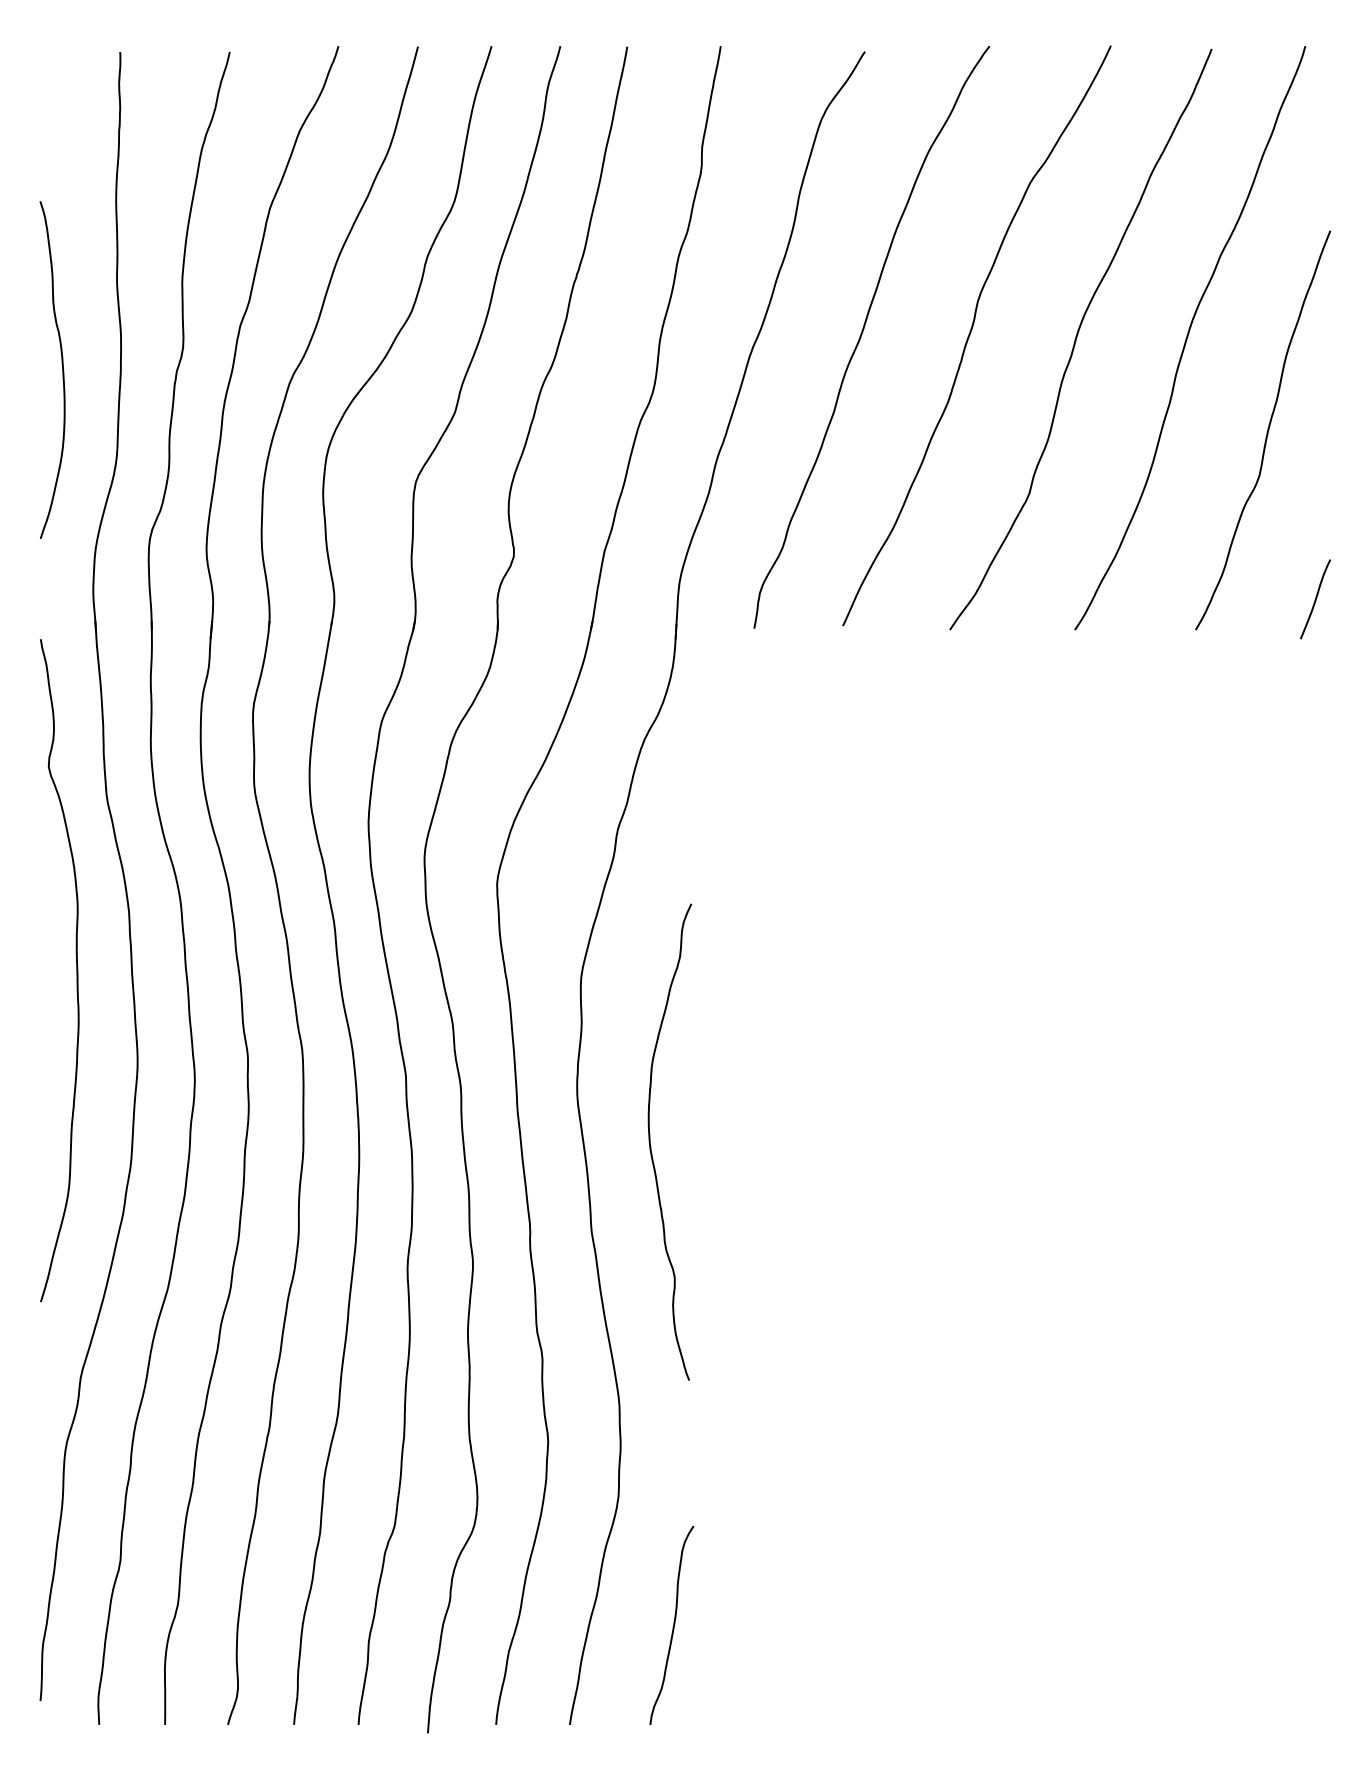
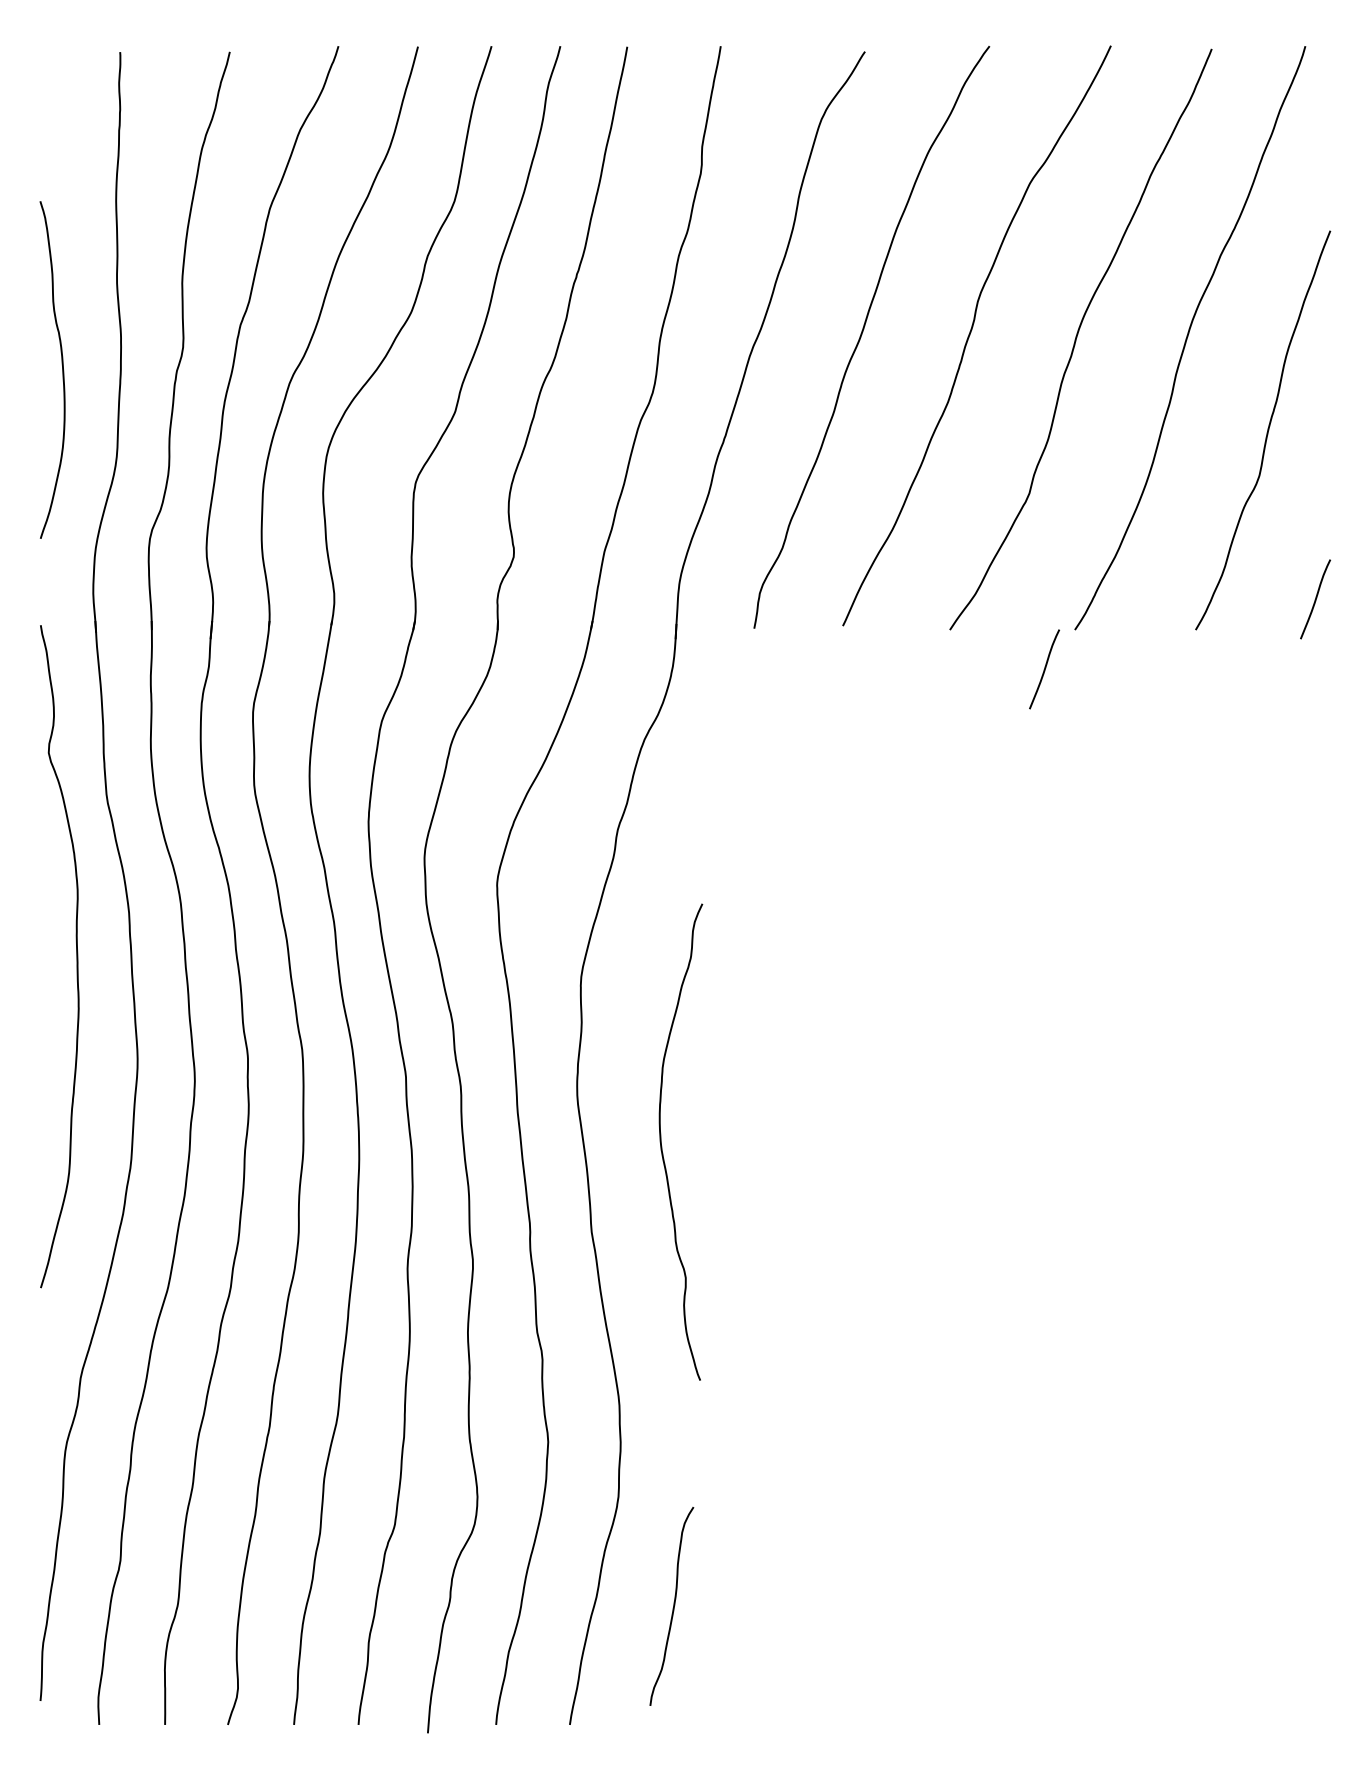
curve at (1044, 669): none -> present
curve at (76, 970) position: (76, 970) -> (76, 956)
curve at (651, 1146) position: (651, 1146) -> (662, 1146)
curve at (673, 1625) position: (673, 1625) -> (673, 1606)
